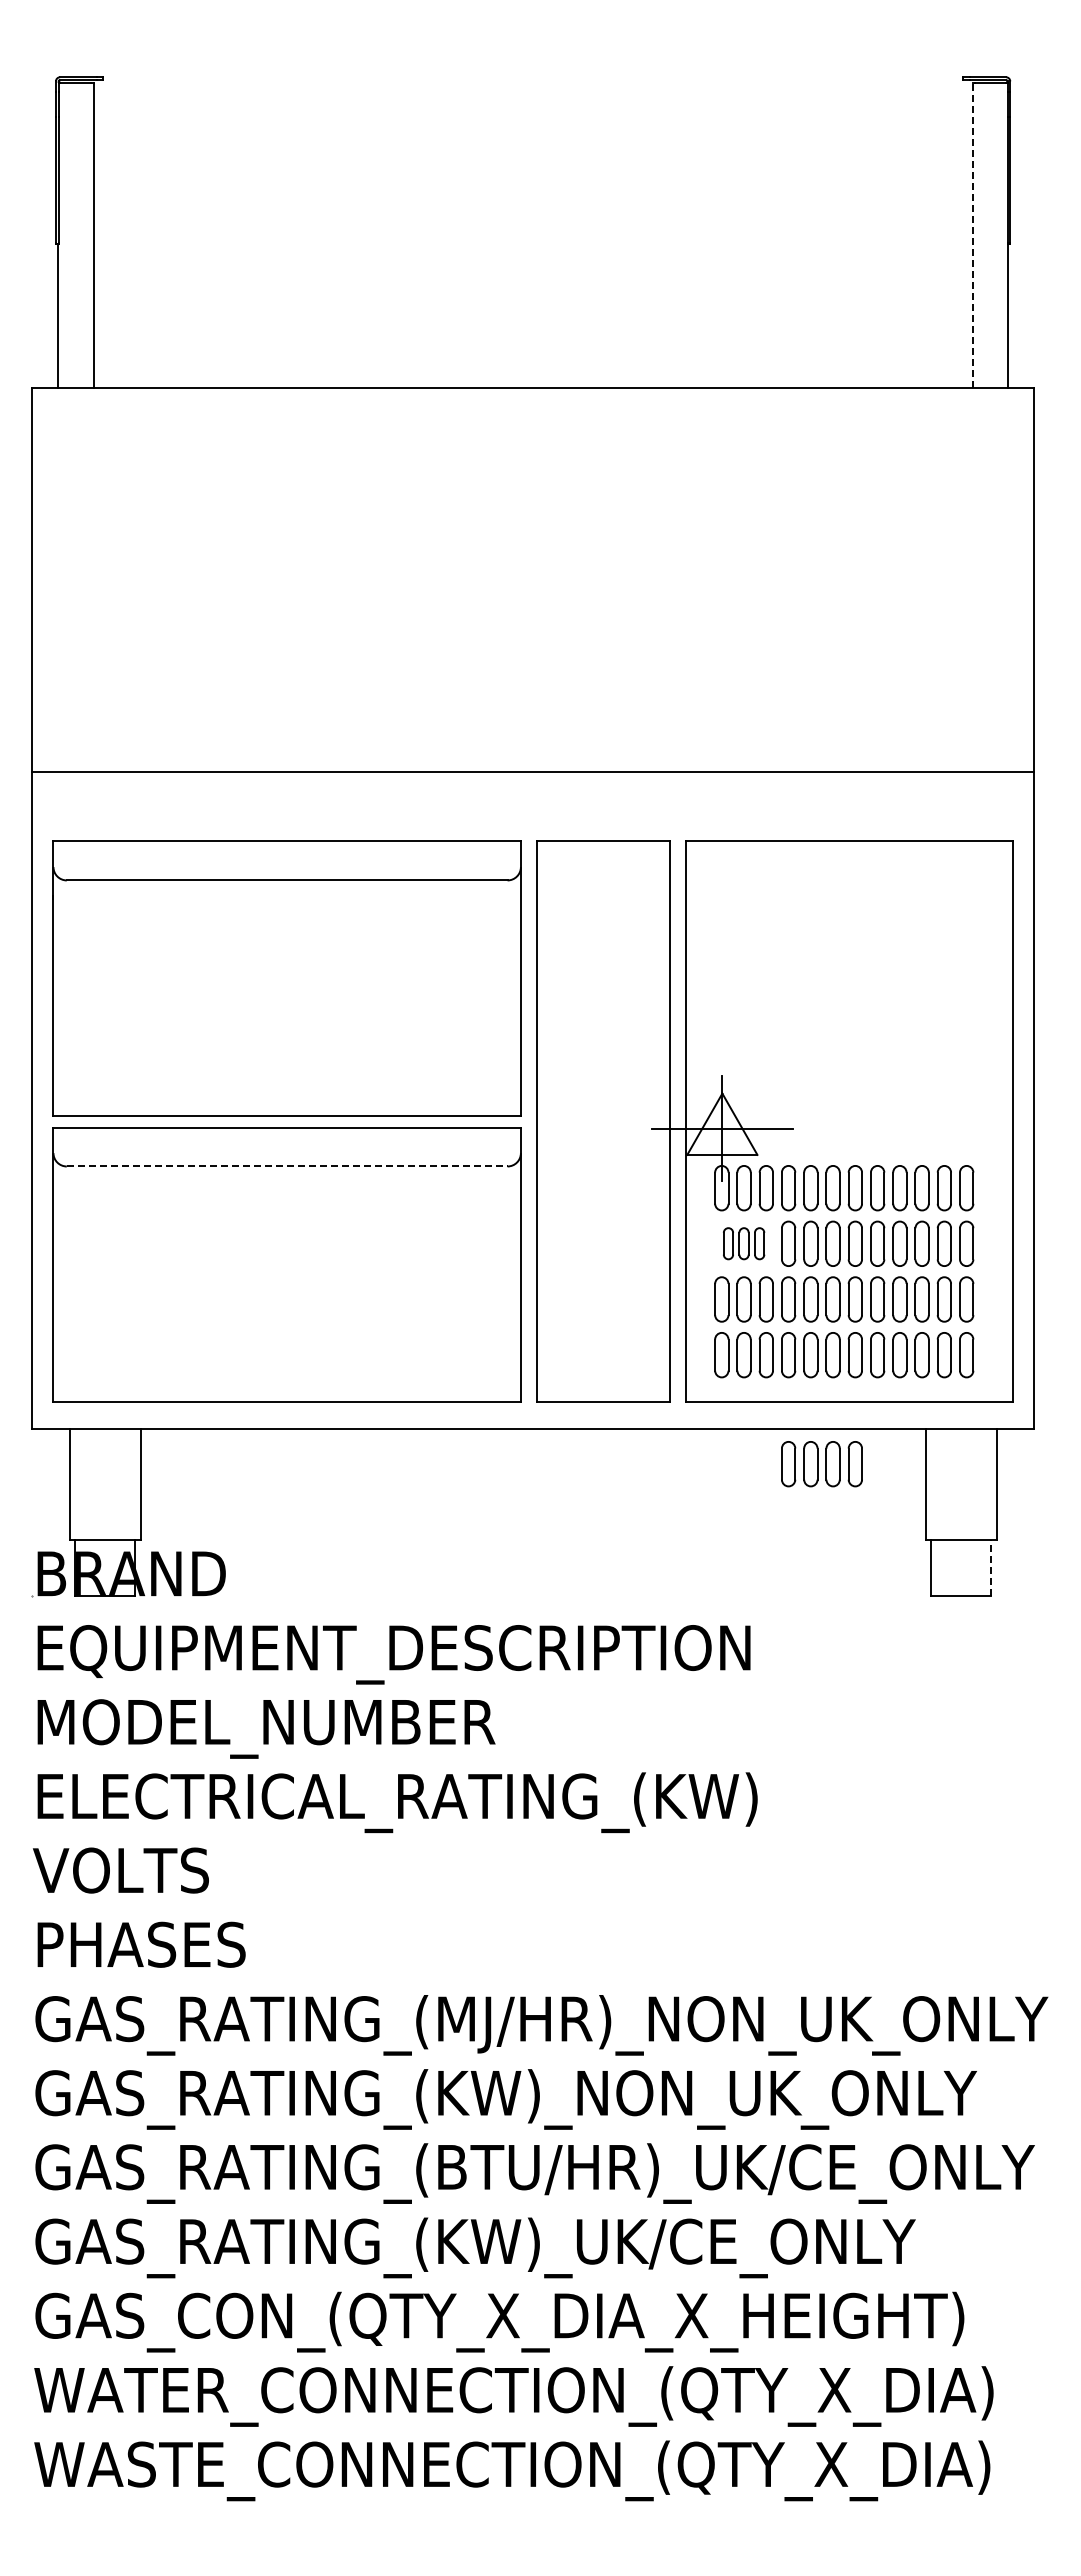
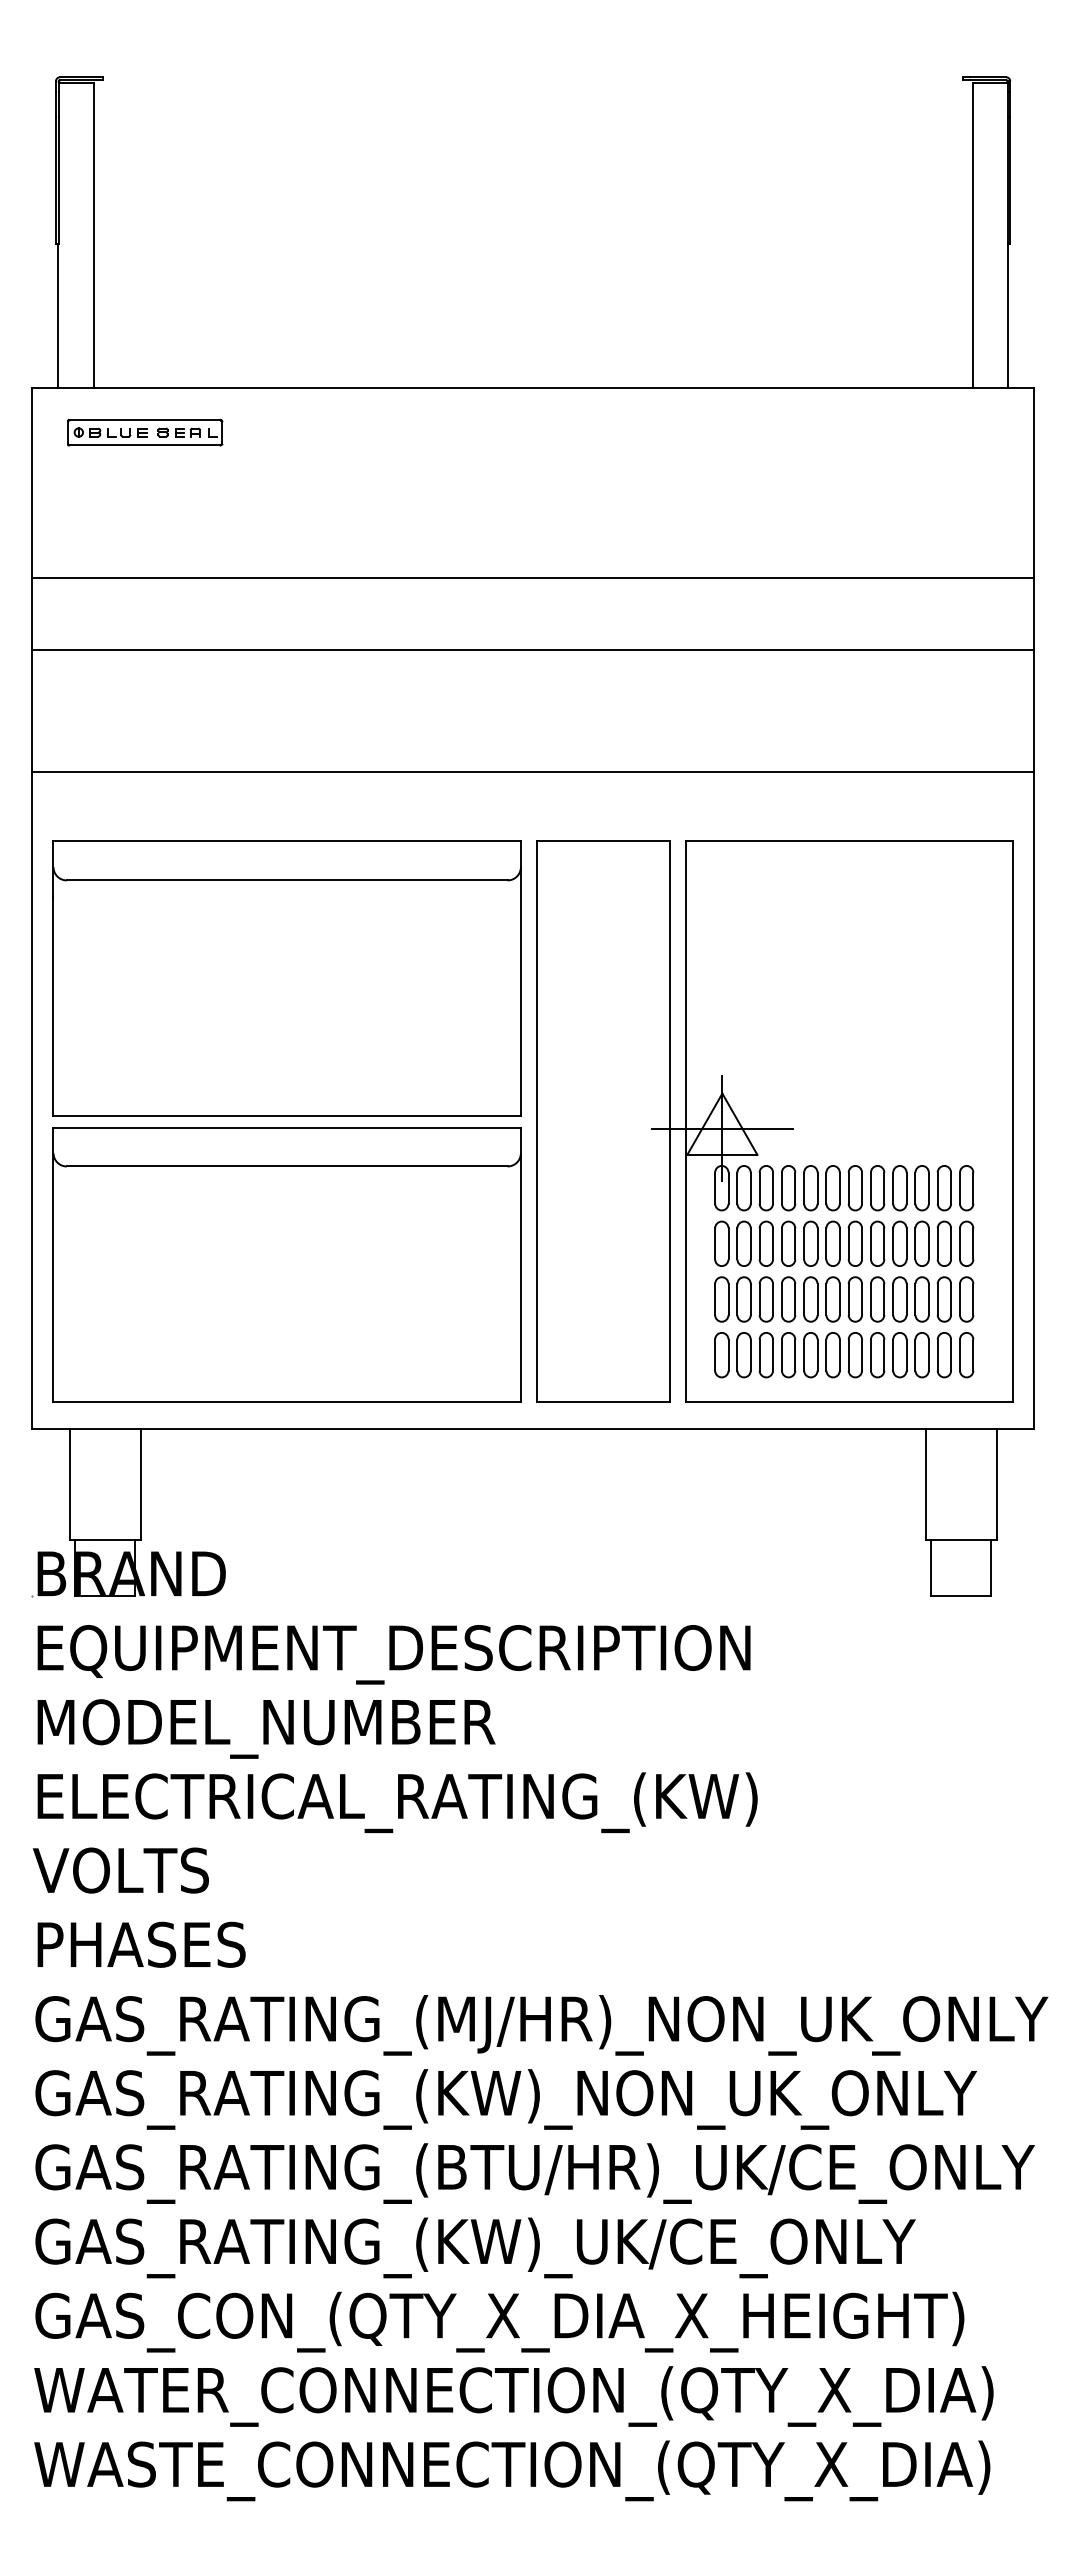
line at (972, 235): dashed -> solid
part at (145, 432): none -> present
line at (533, 578): none -> present
line at (533, 649): none -> present
line at (287, 1166): dashed -> solid
part at (744, 1243) size: 43x34 px -> 60x47 px
part at (821, 1464): present -> none
line at (991, 1568): dashed -> solid
